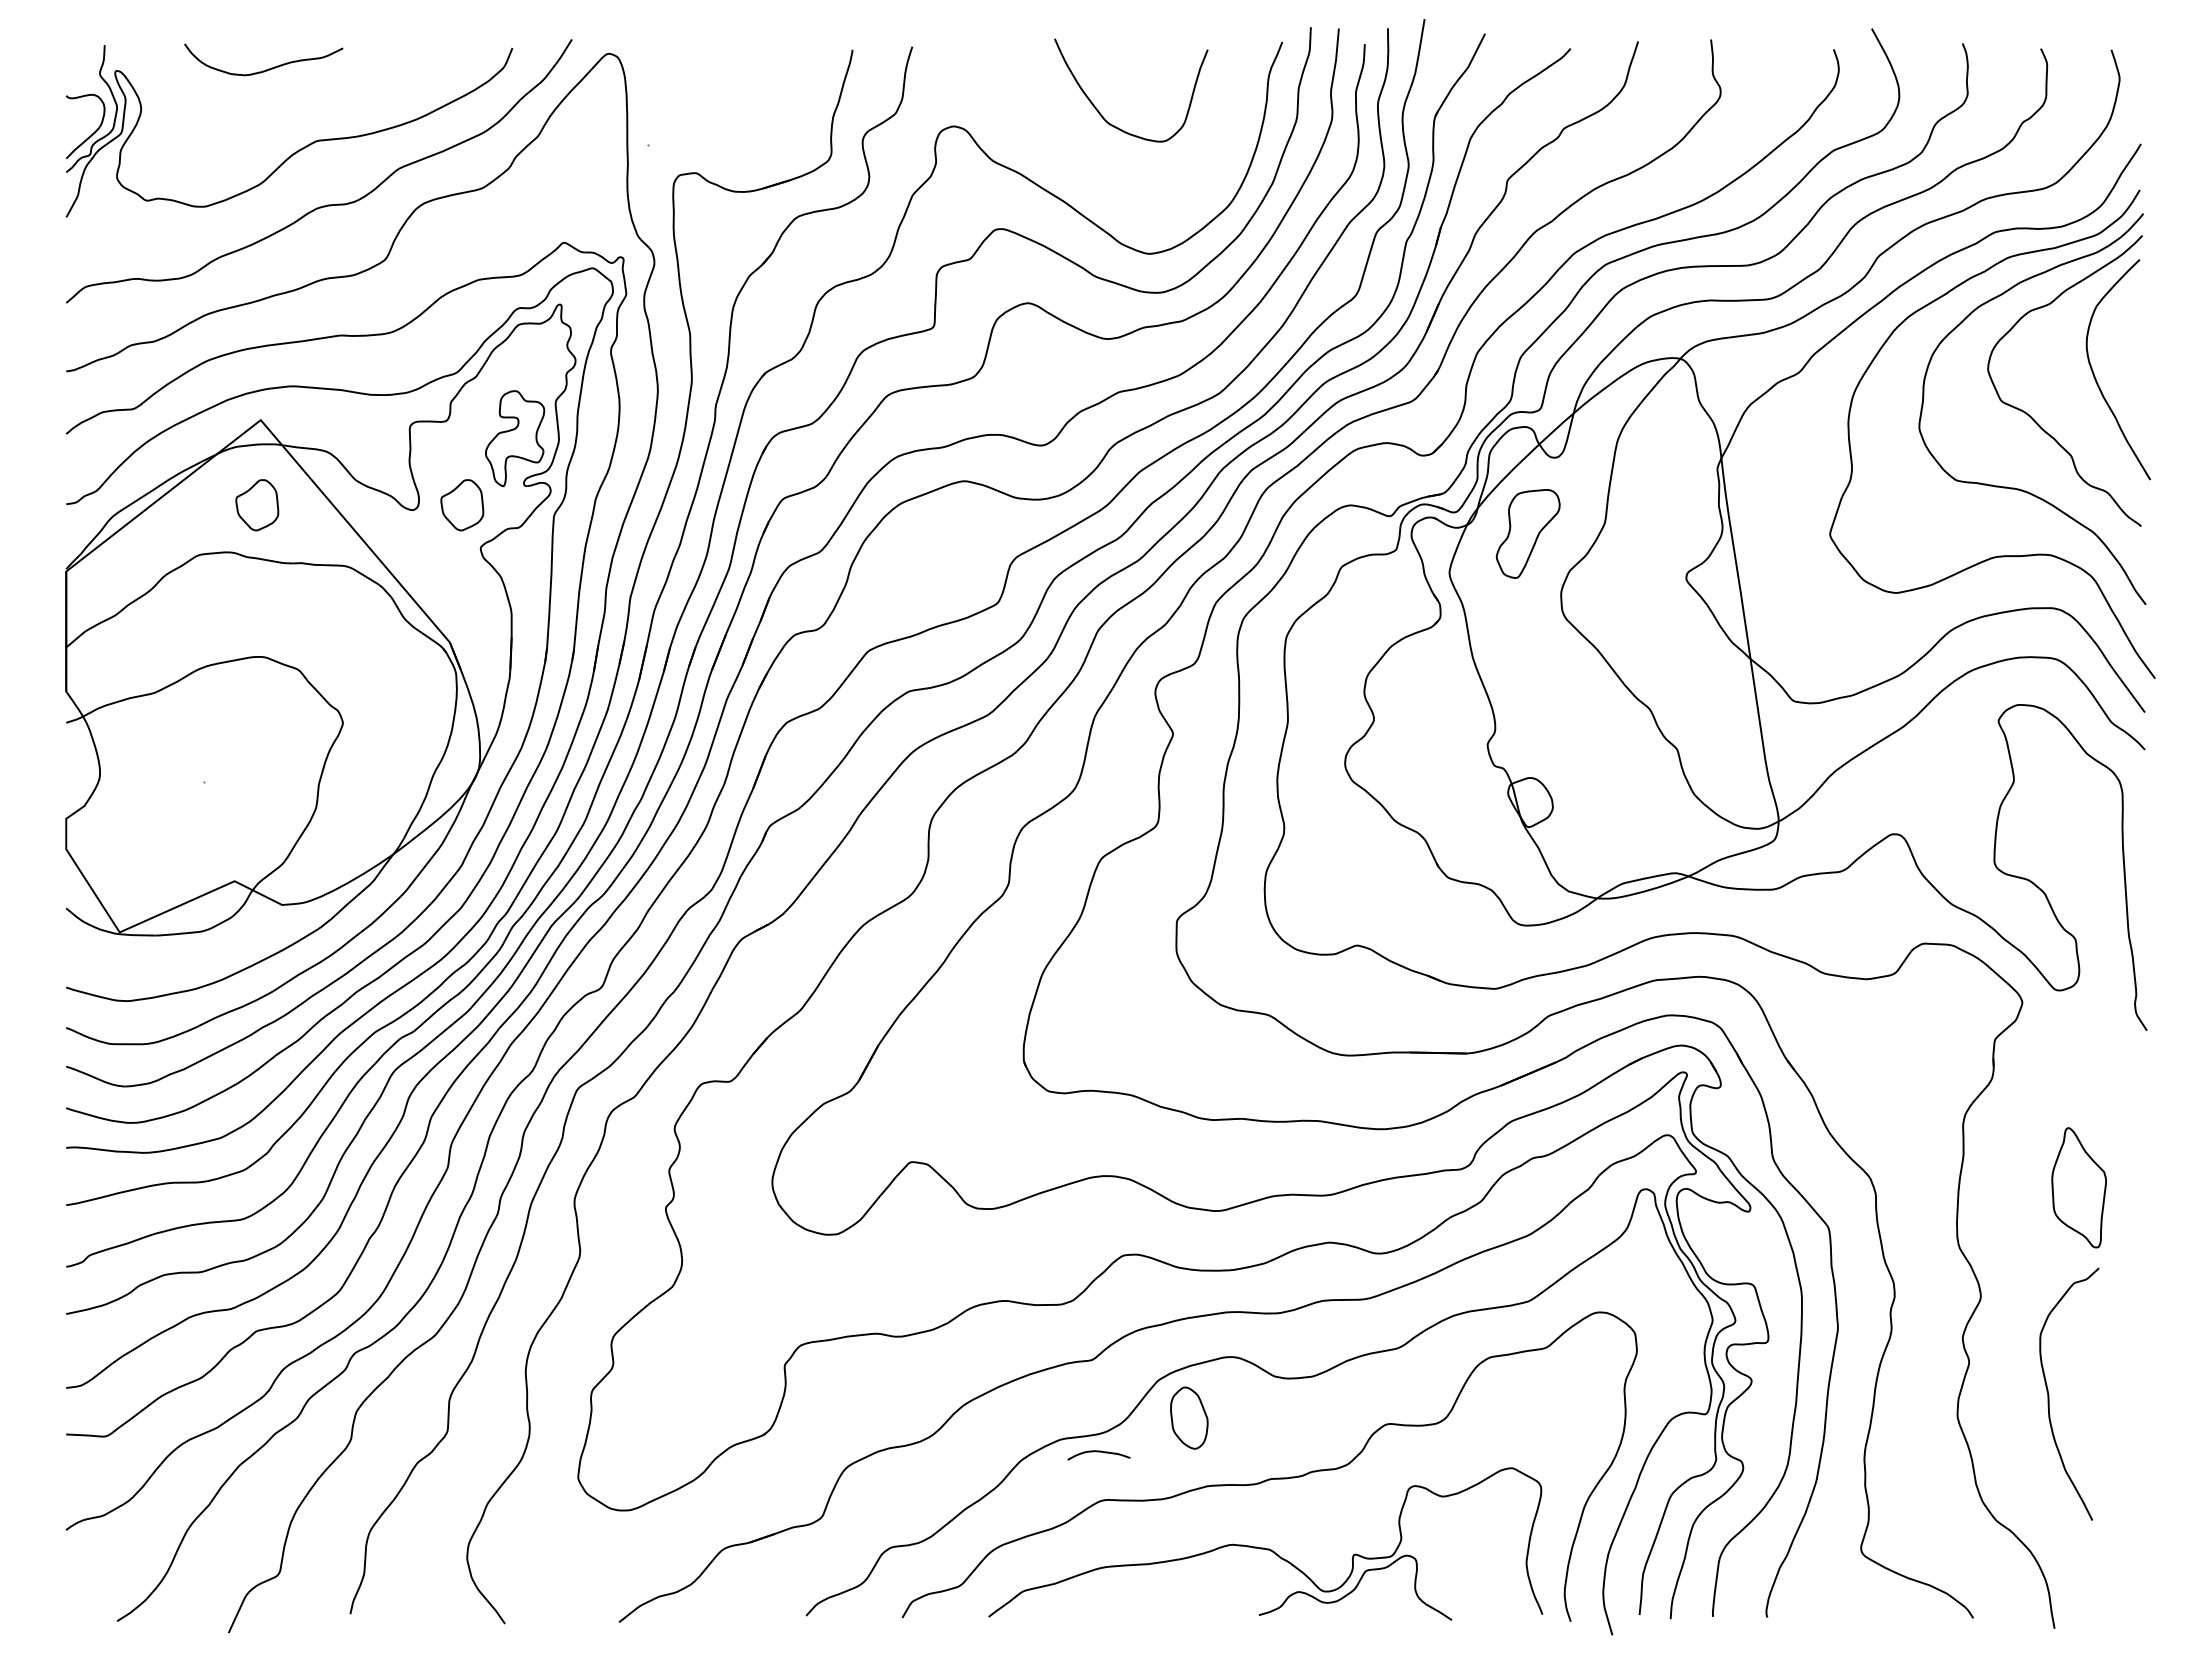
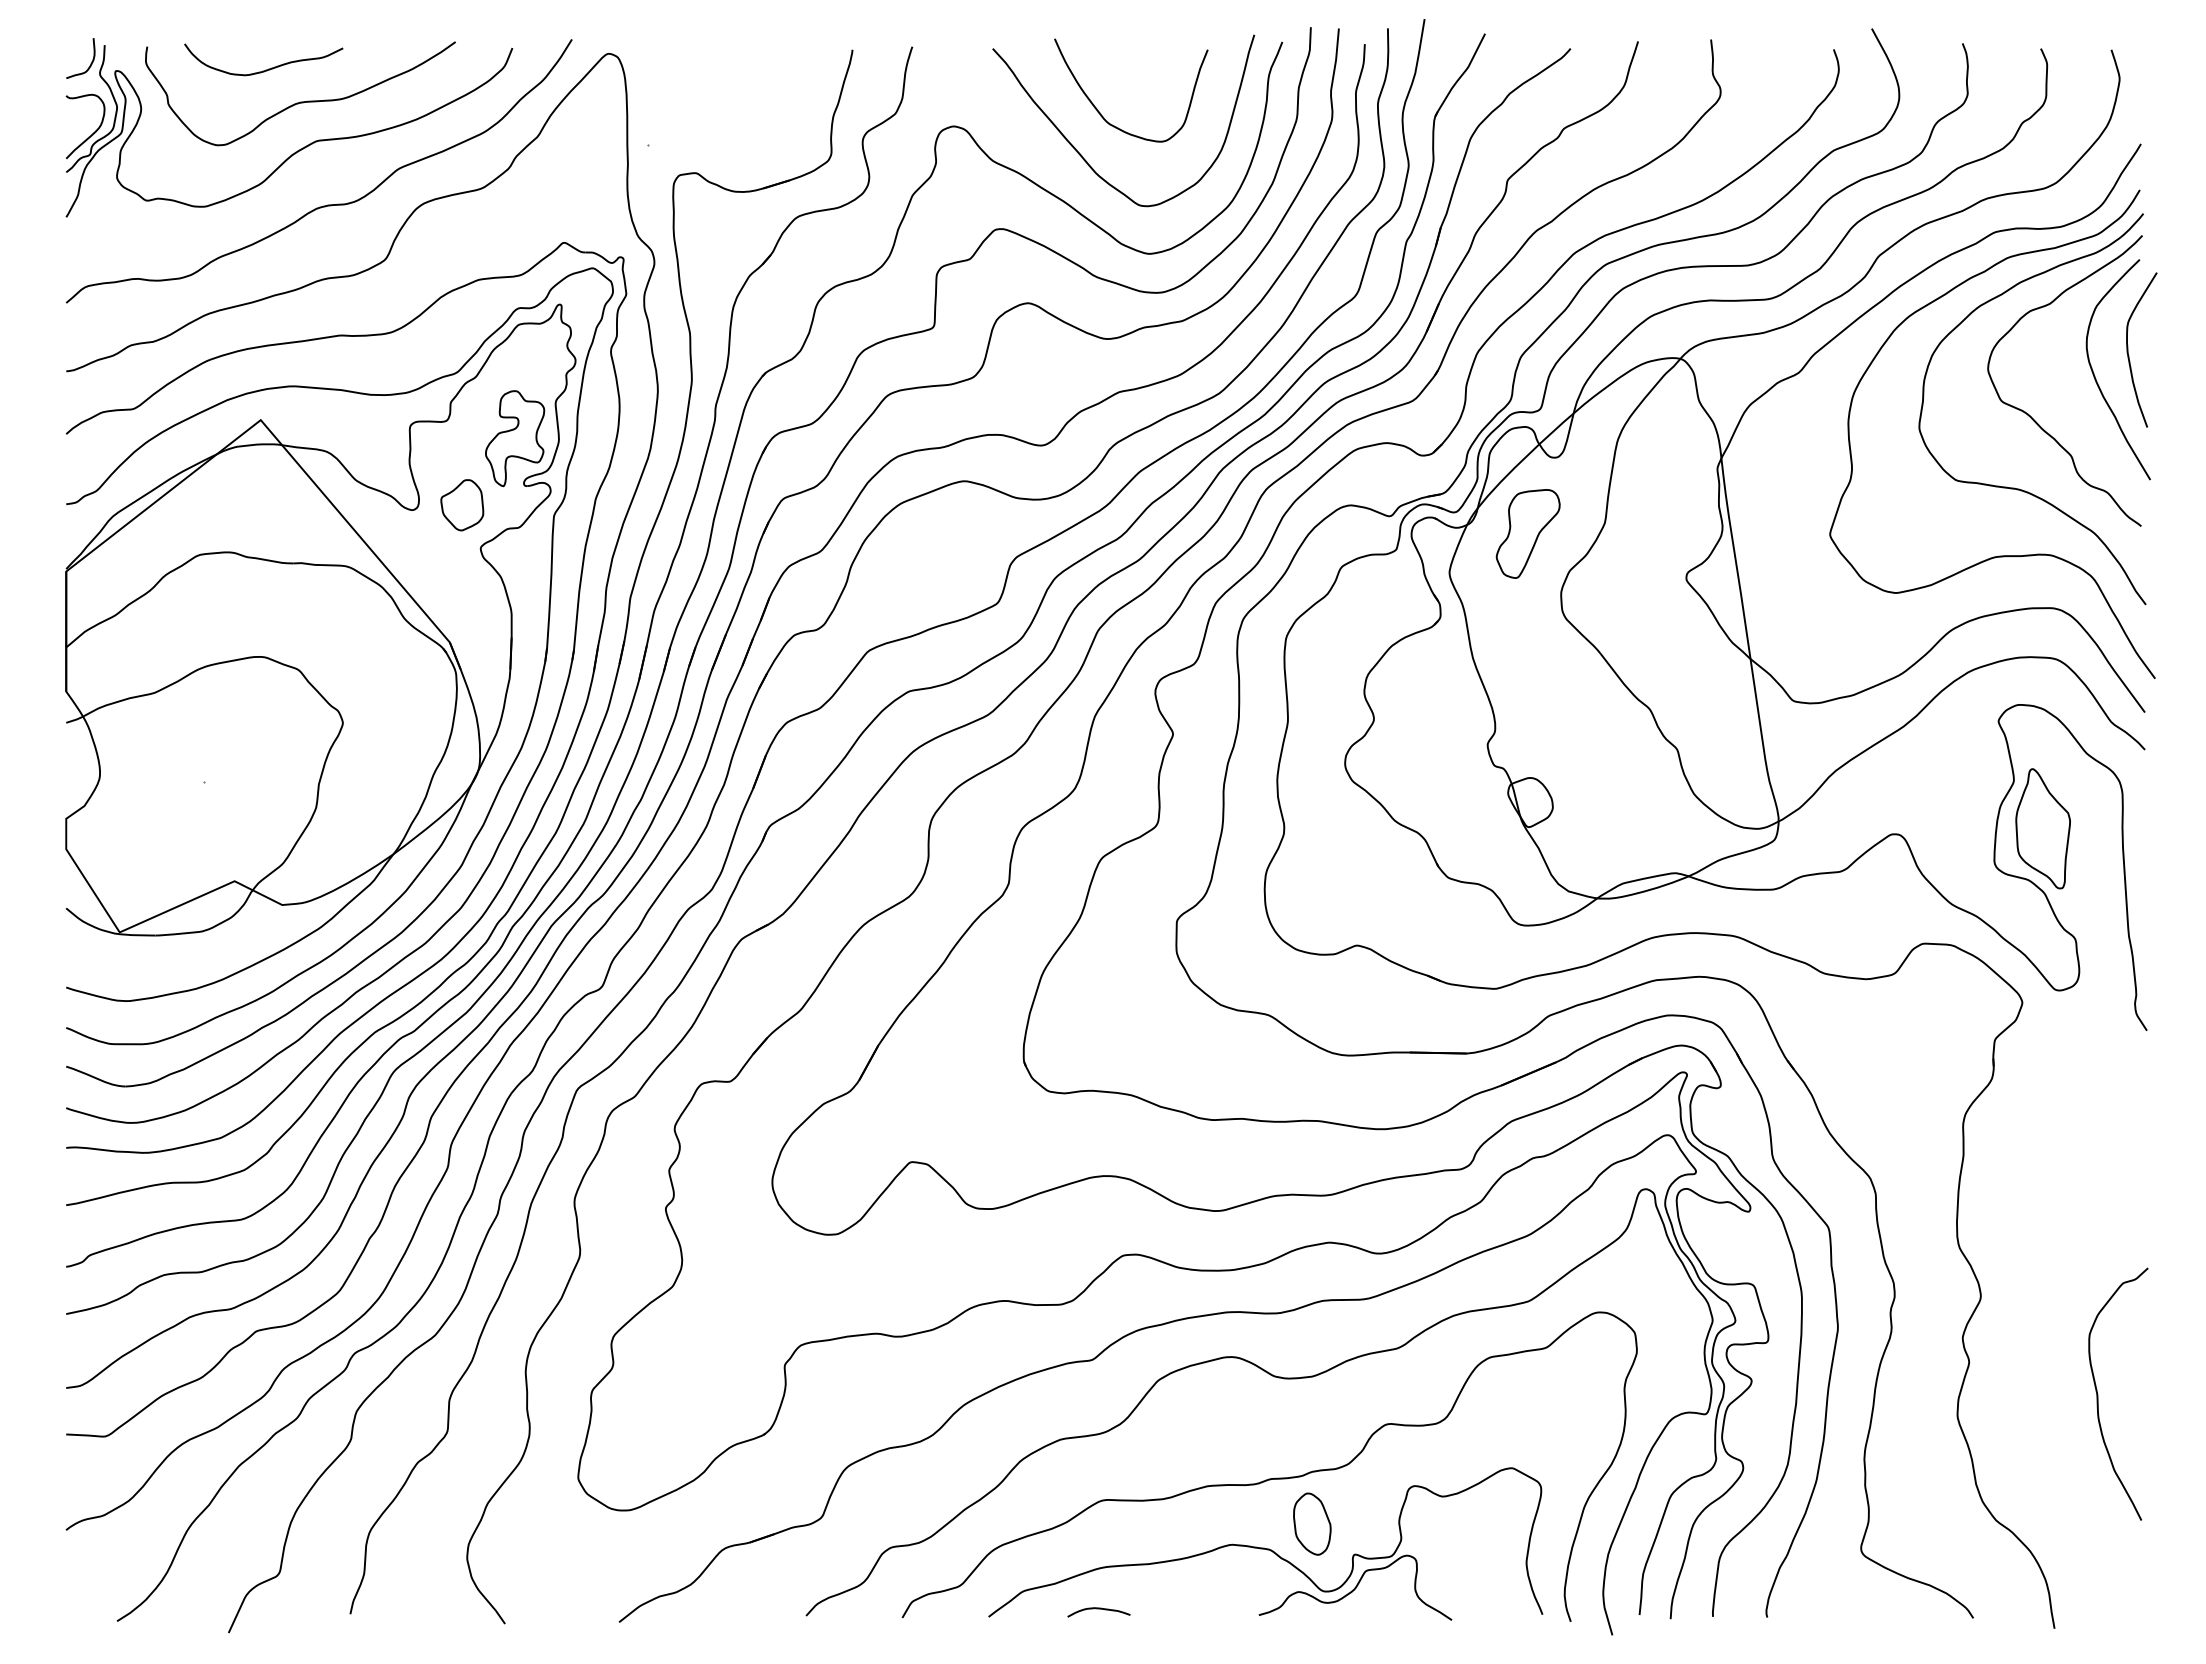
curve at (90, 63): none -> present
curve at (300, 101): none -> present
curve at (1082, 155): none -> present
curve at (2128, 349): none -> present
part at (257, 505): present -> none
part at (2078, 1187) position: (2078, 1187) -> (2042, 828)
curve at (2049, 1393) position: (2049, 1393) -> (2098, 1393)
part at (1189, 1417) position: (1189, 1417) -> (1312, 1523)
curve at (1098, 1452) position: (1098, 1452) -> (1098, 1609)
